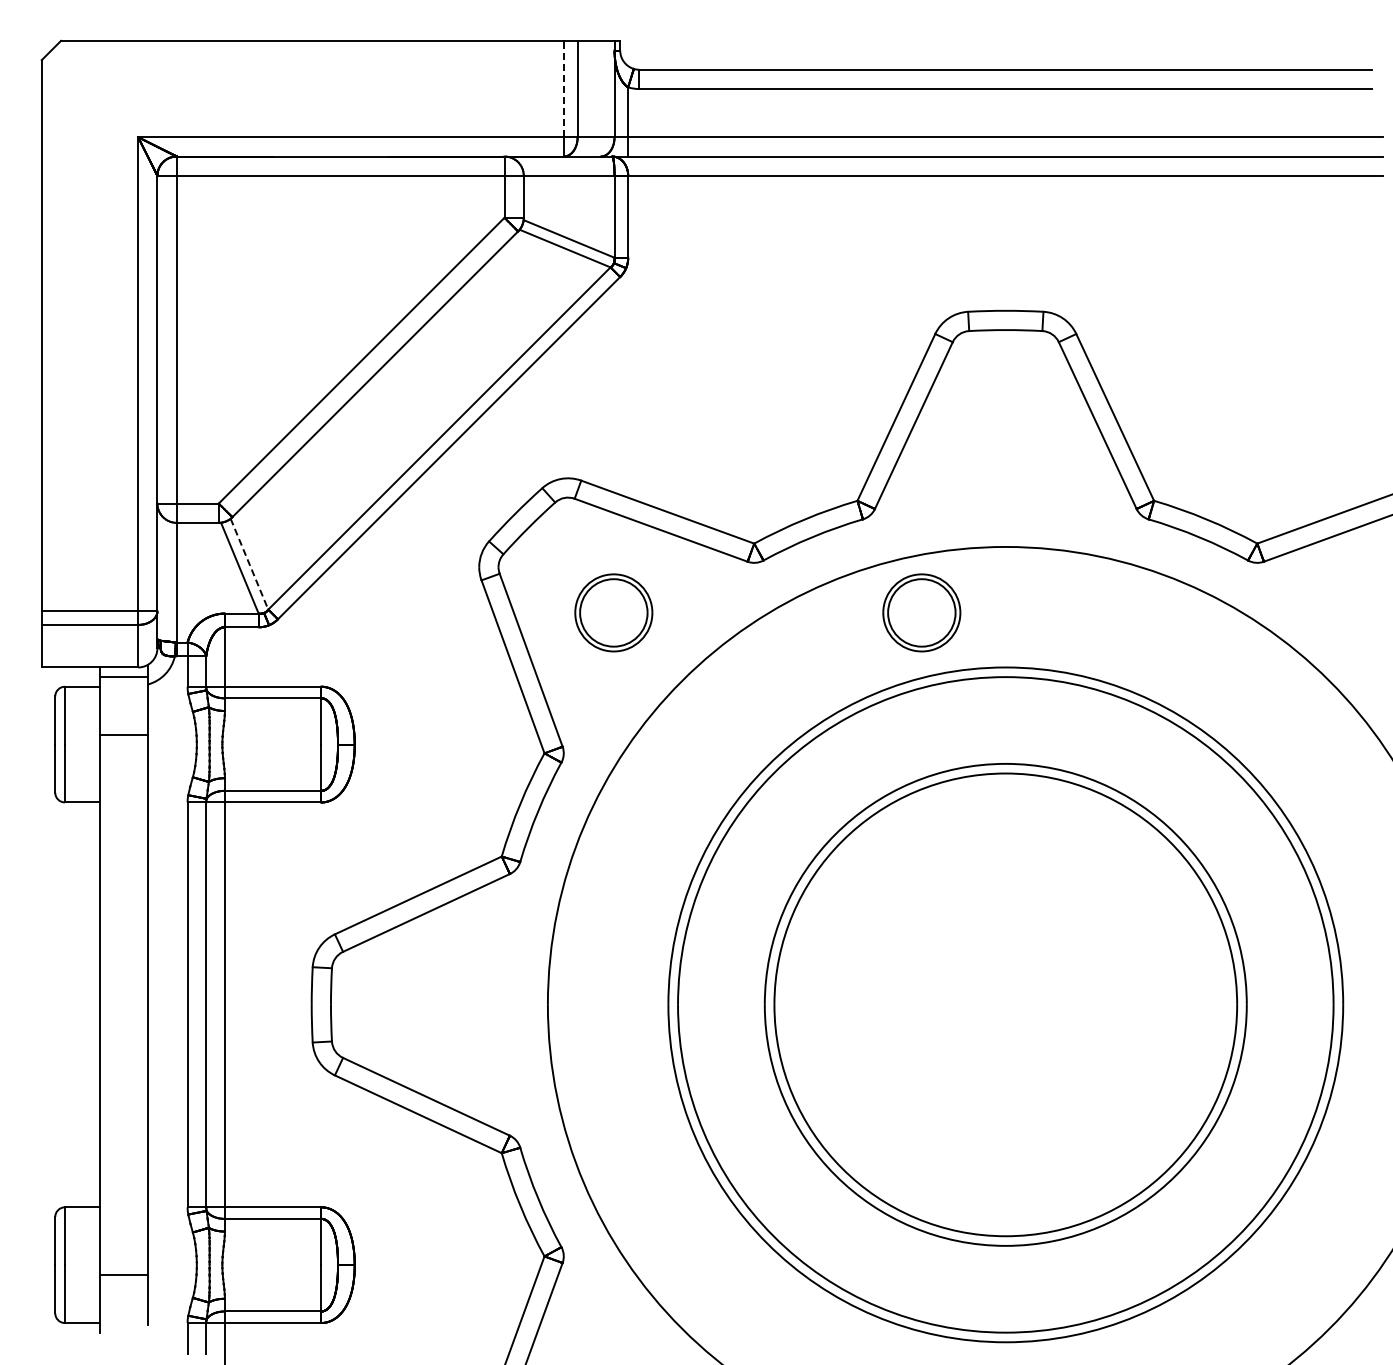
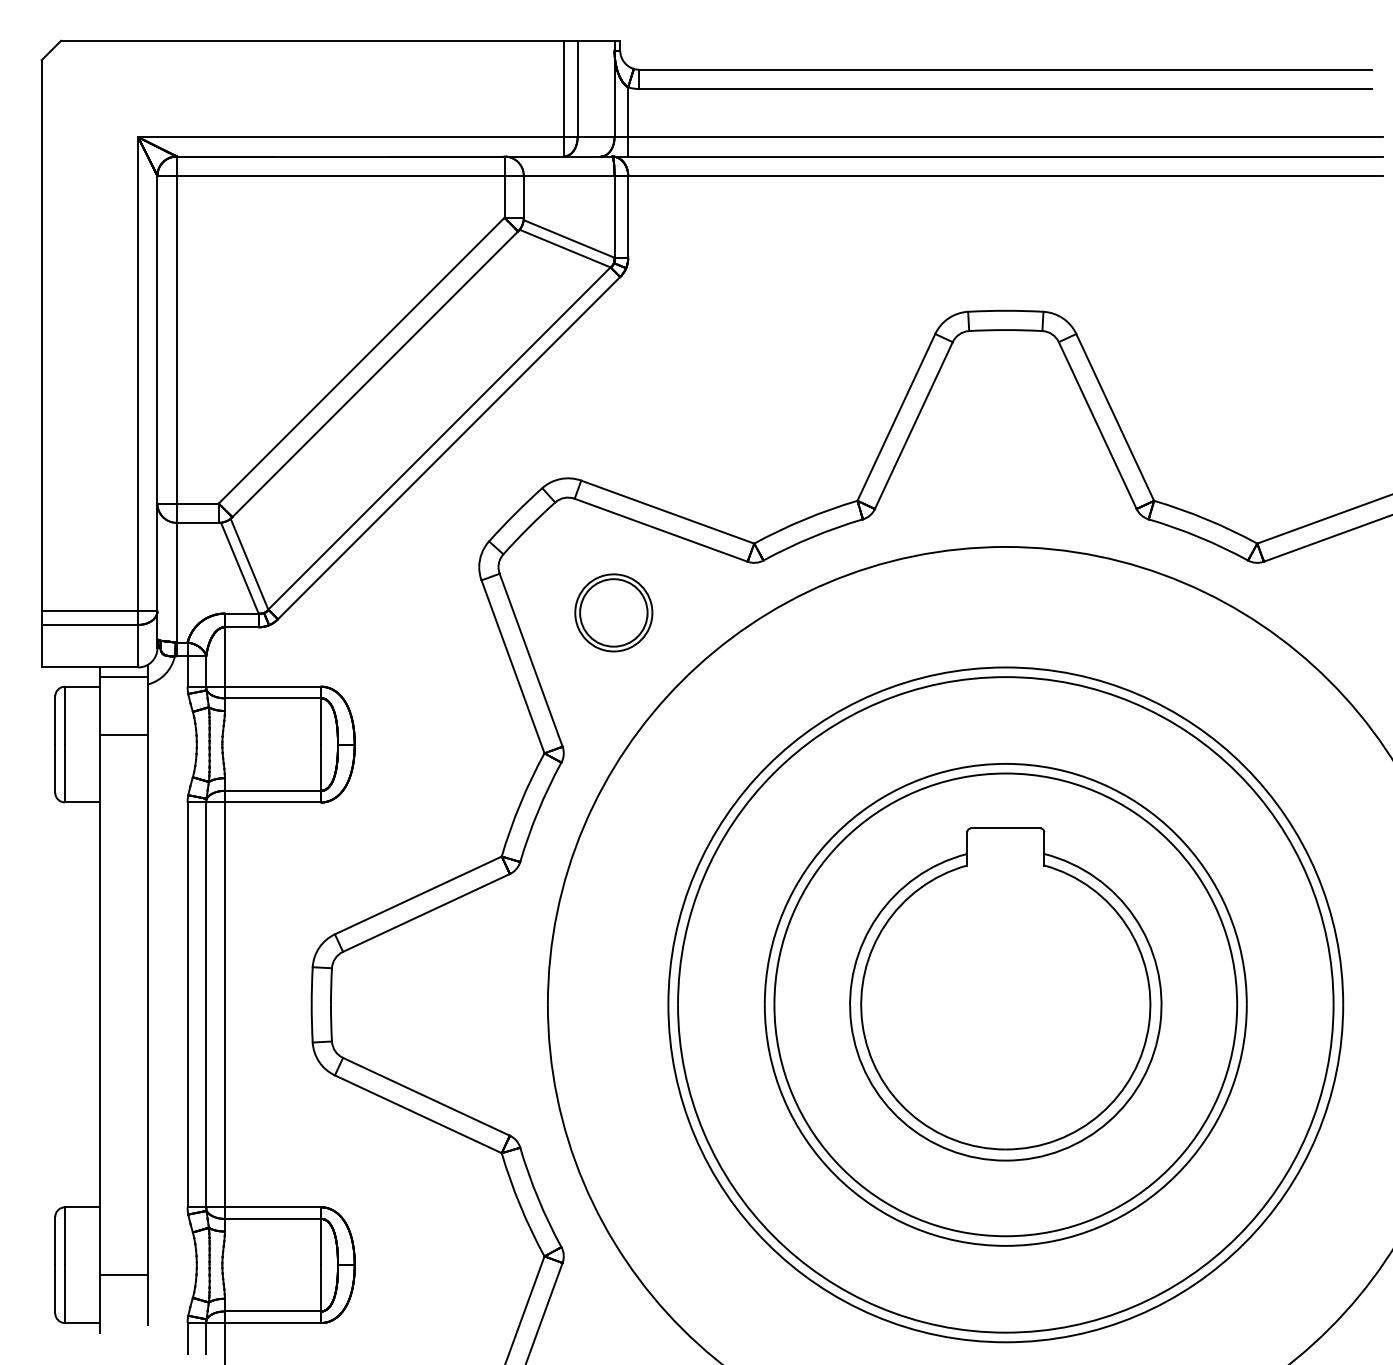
line at (564, 88): dashed -> solid
line at (249, 564): dashed -> solid
part at (921, 612): present -> none
part at (1005, 994): none -> present
